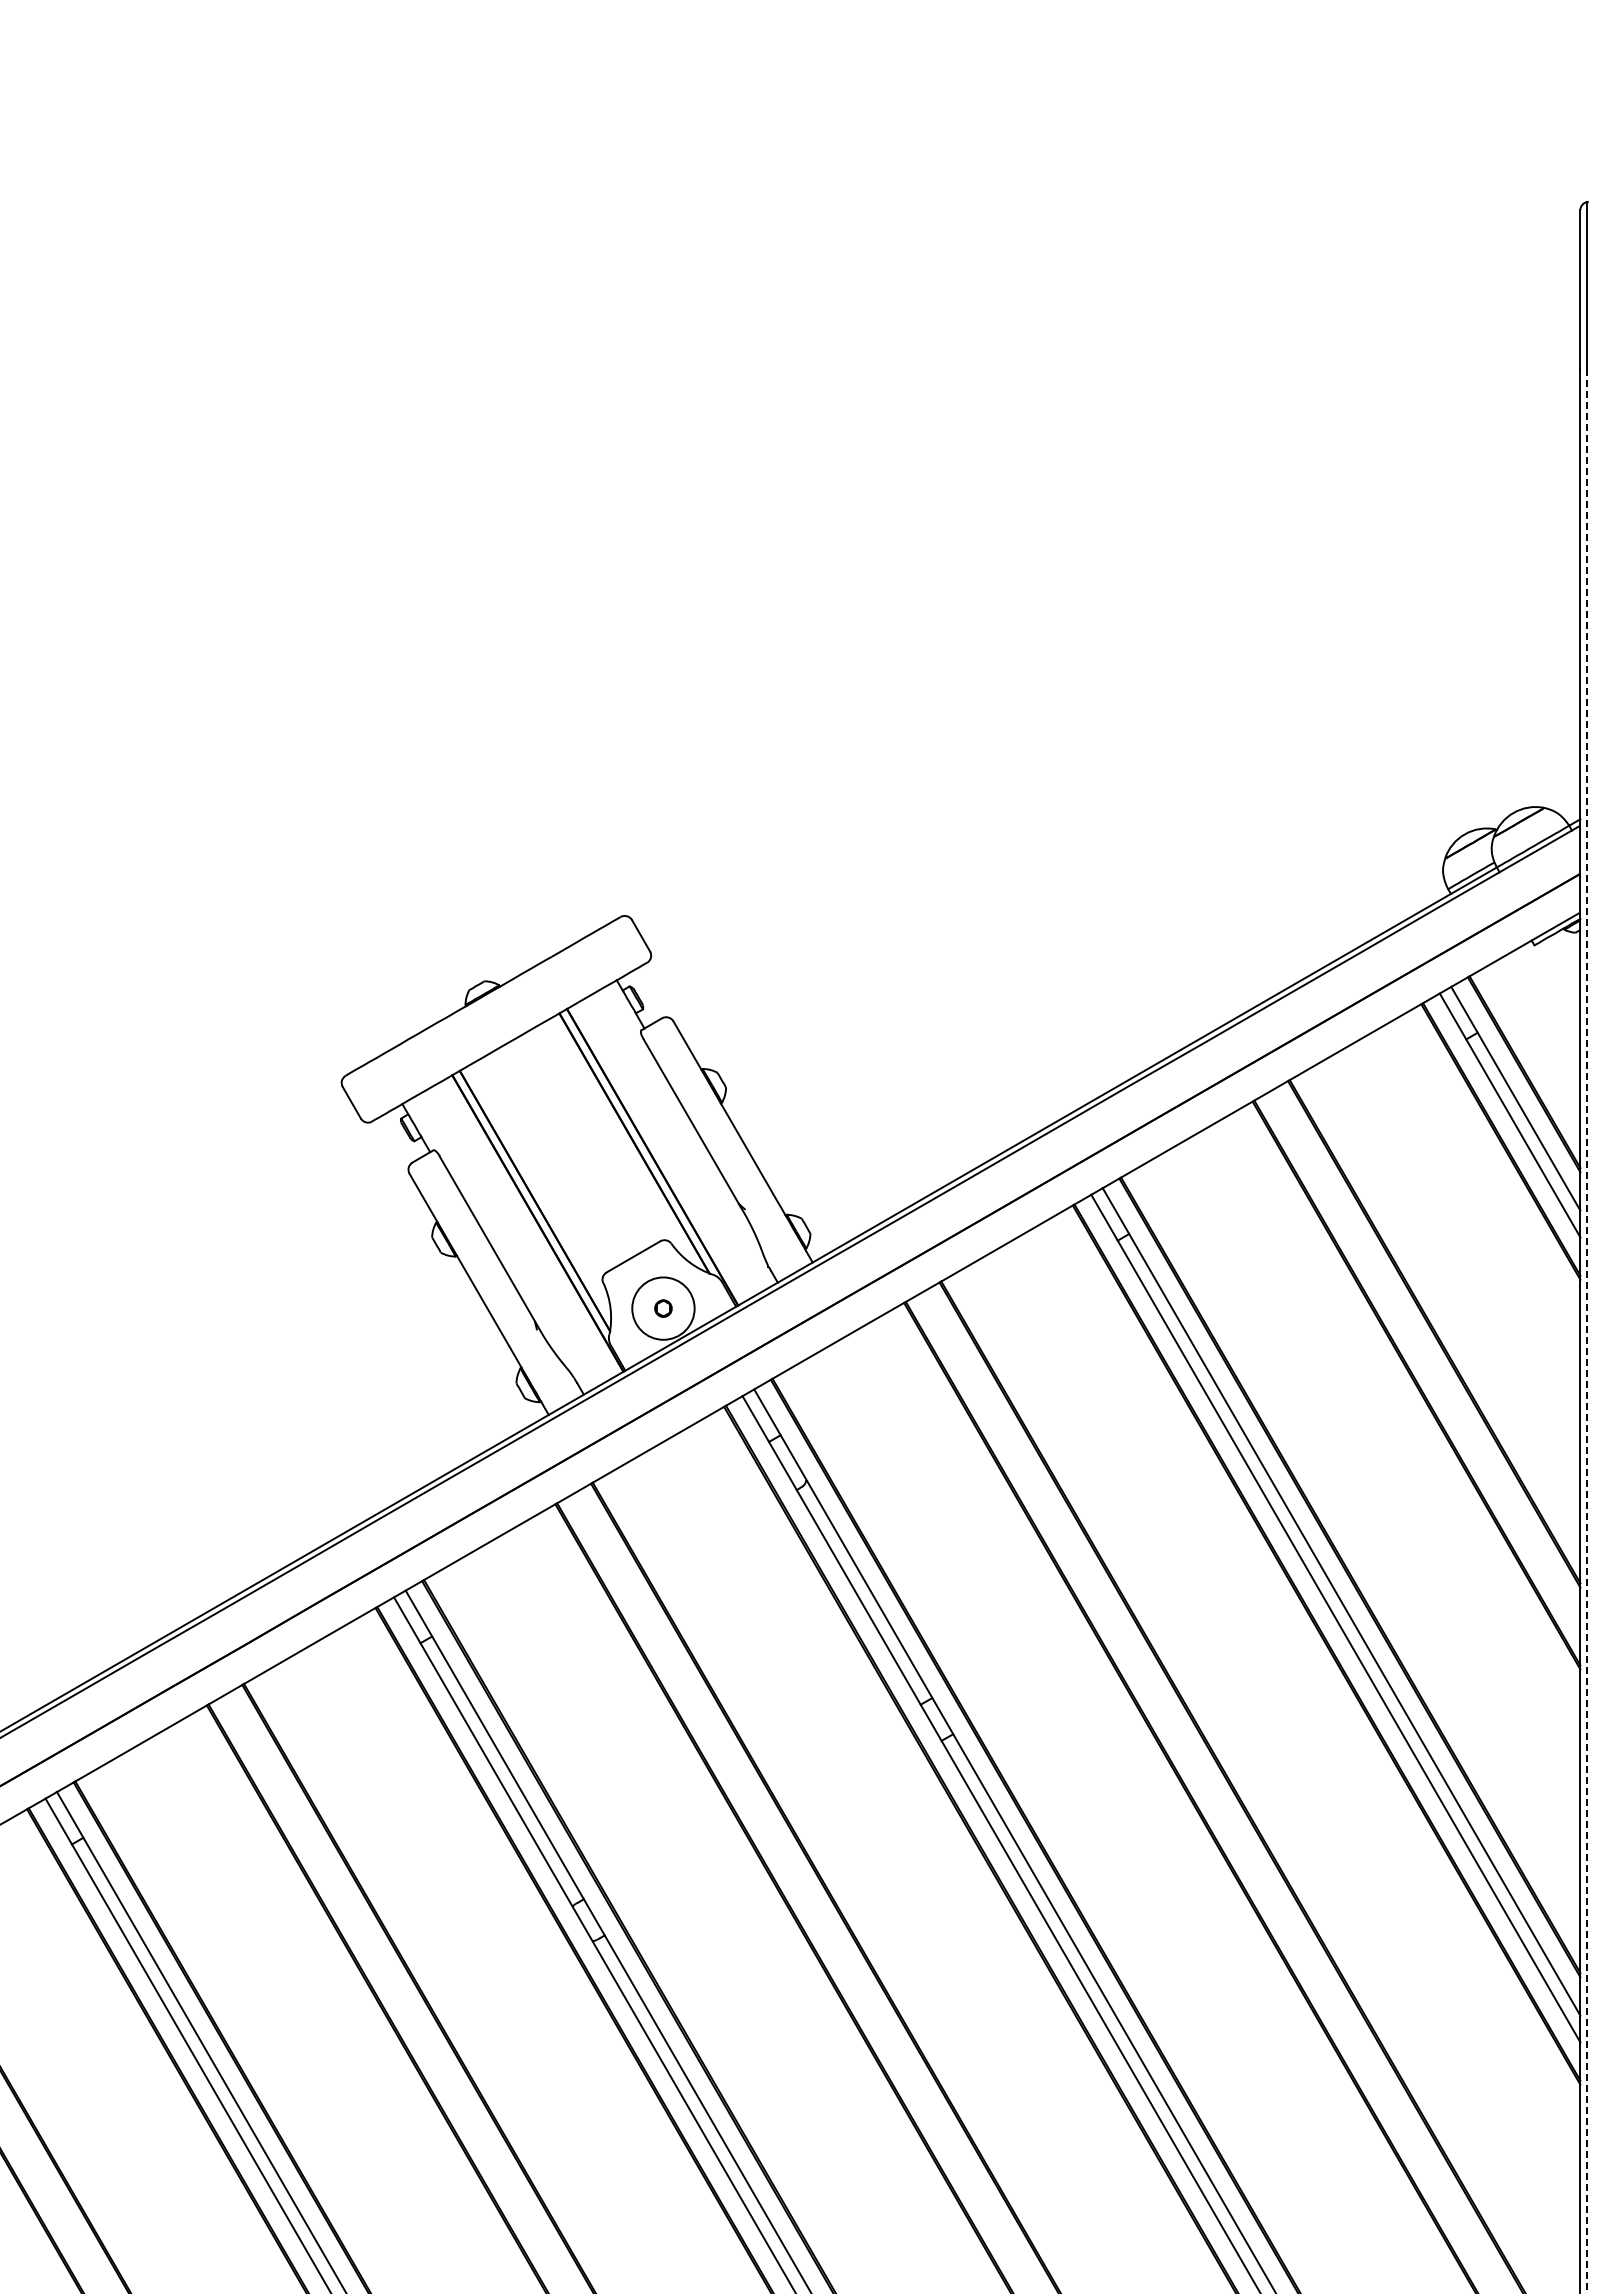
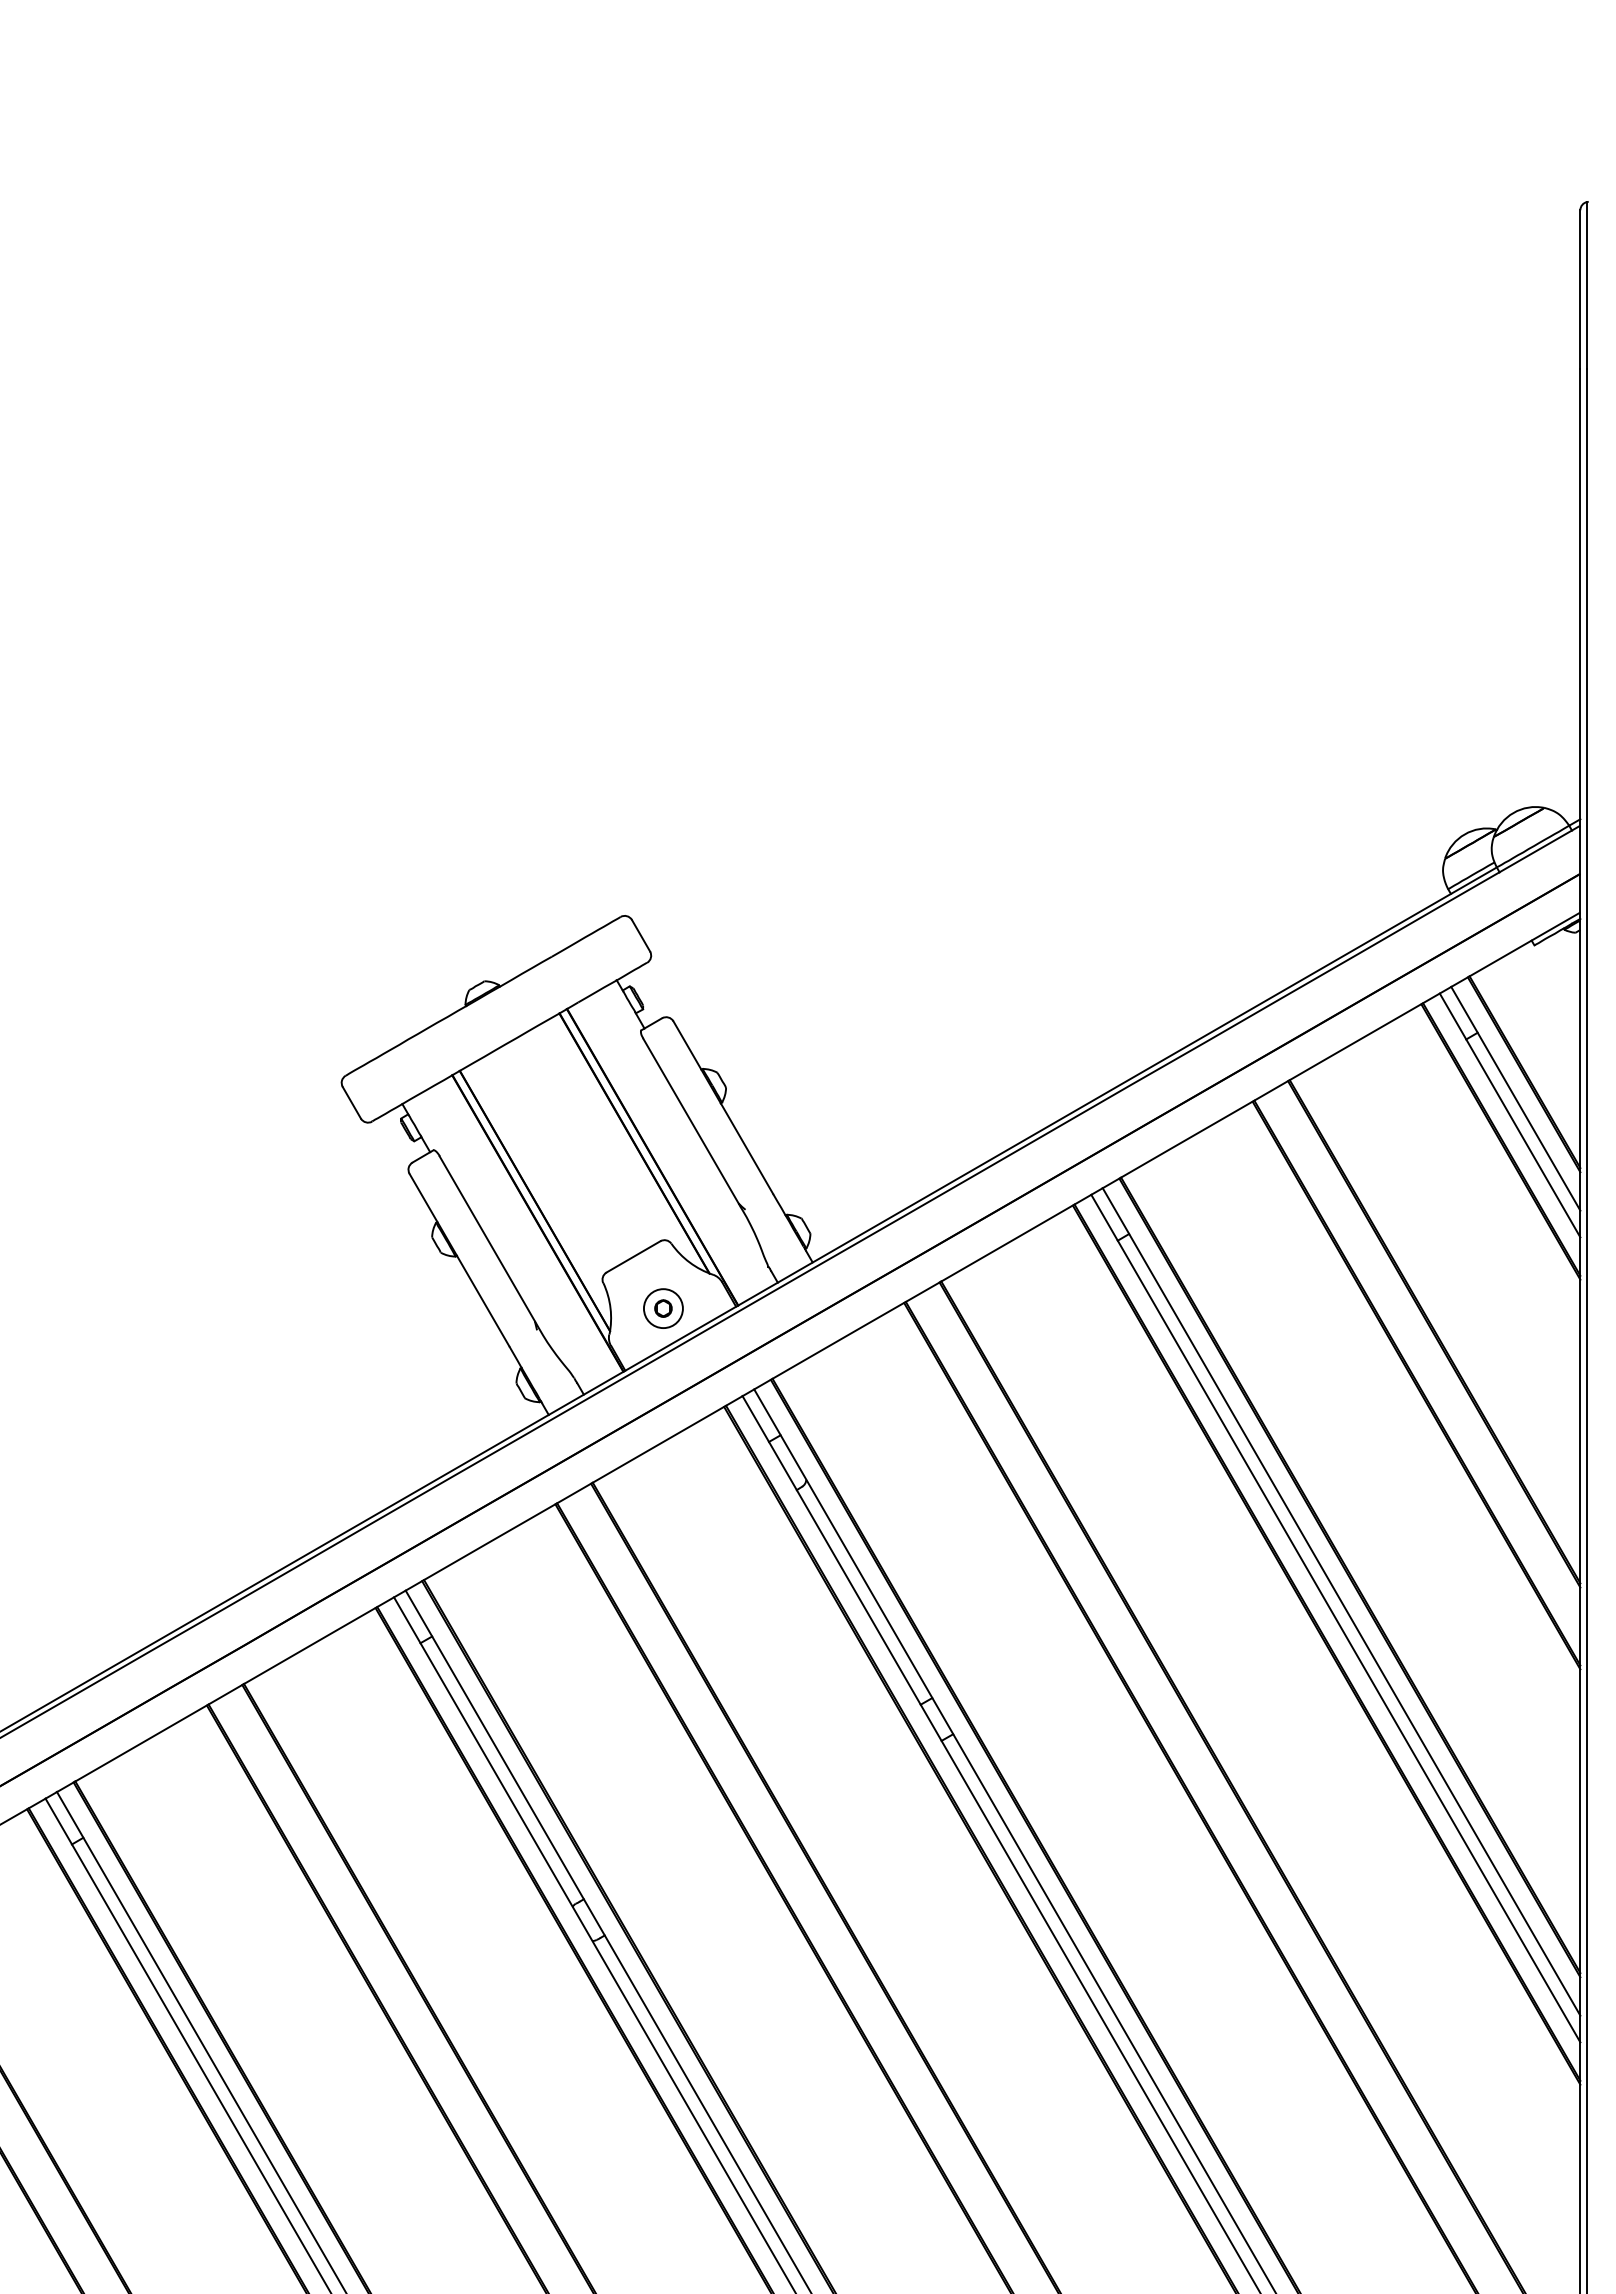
circle at (663, 1308) diameter: 62 px -> 39 px
line at (1587, 1331): dashed -> solid
